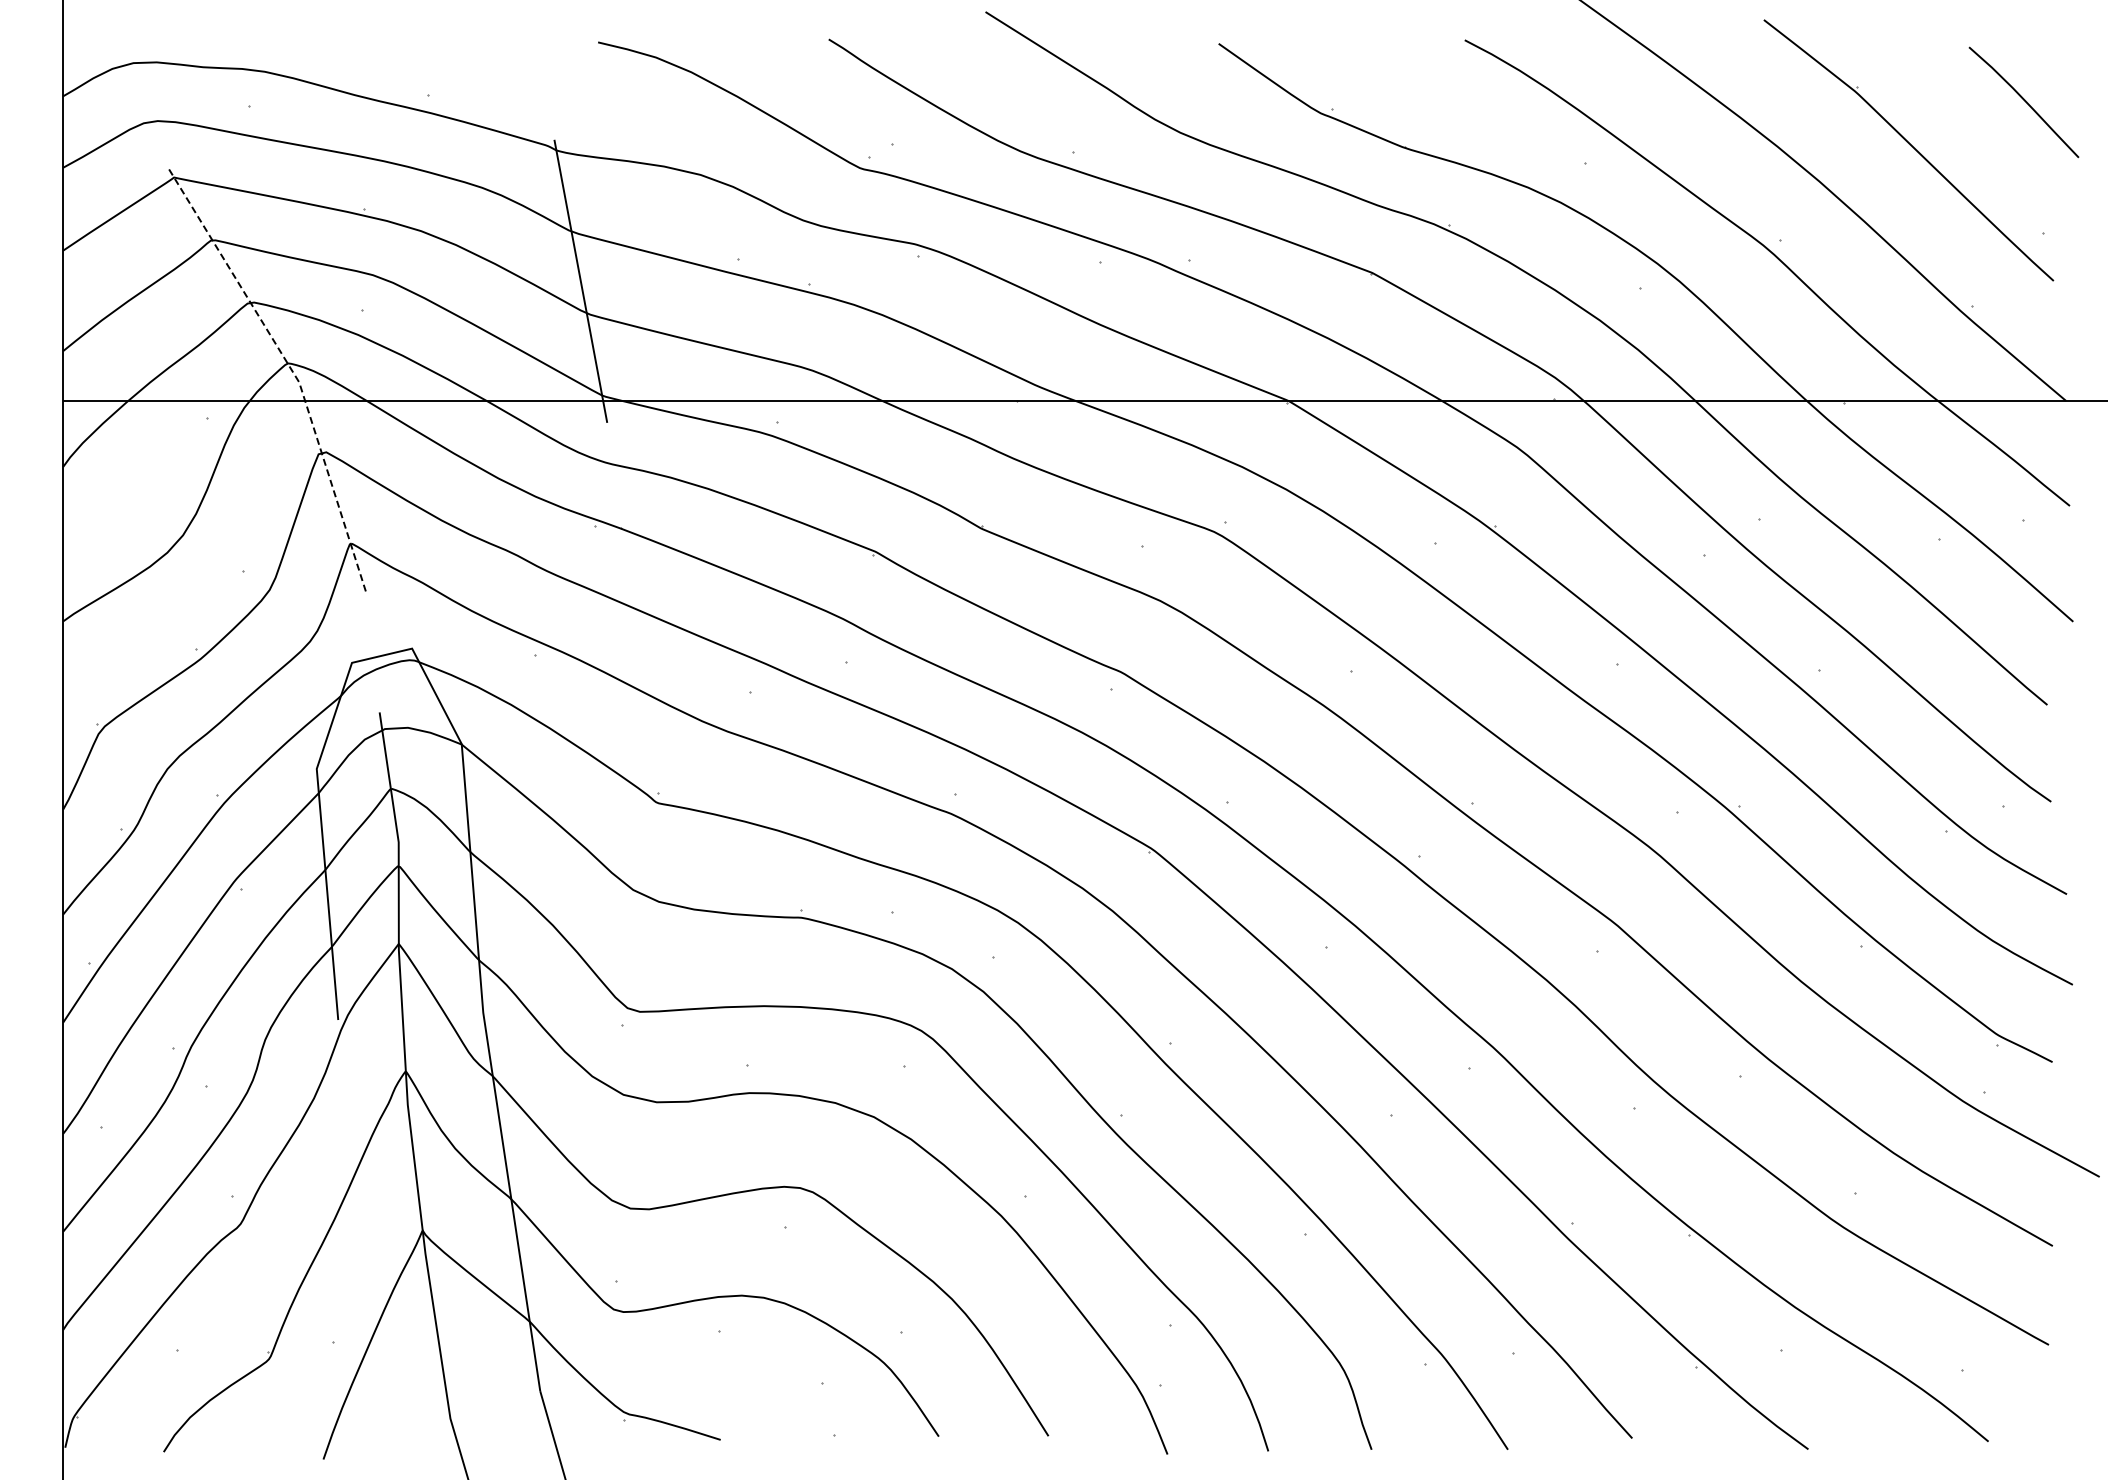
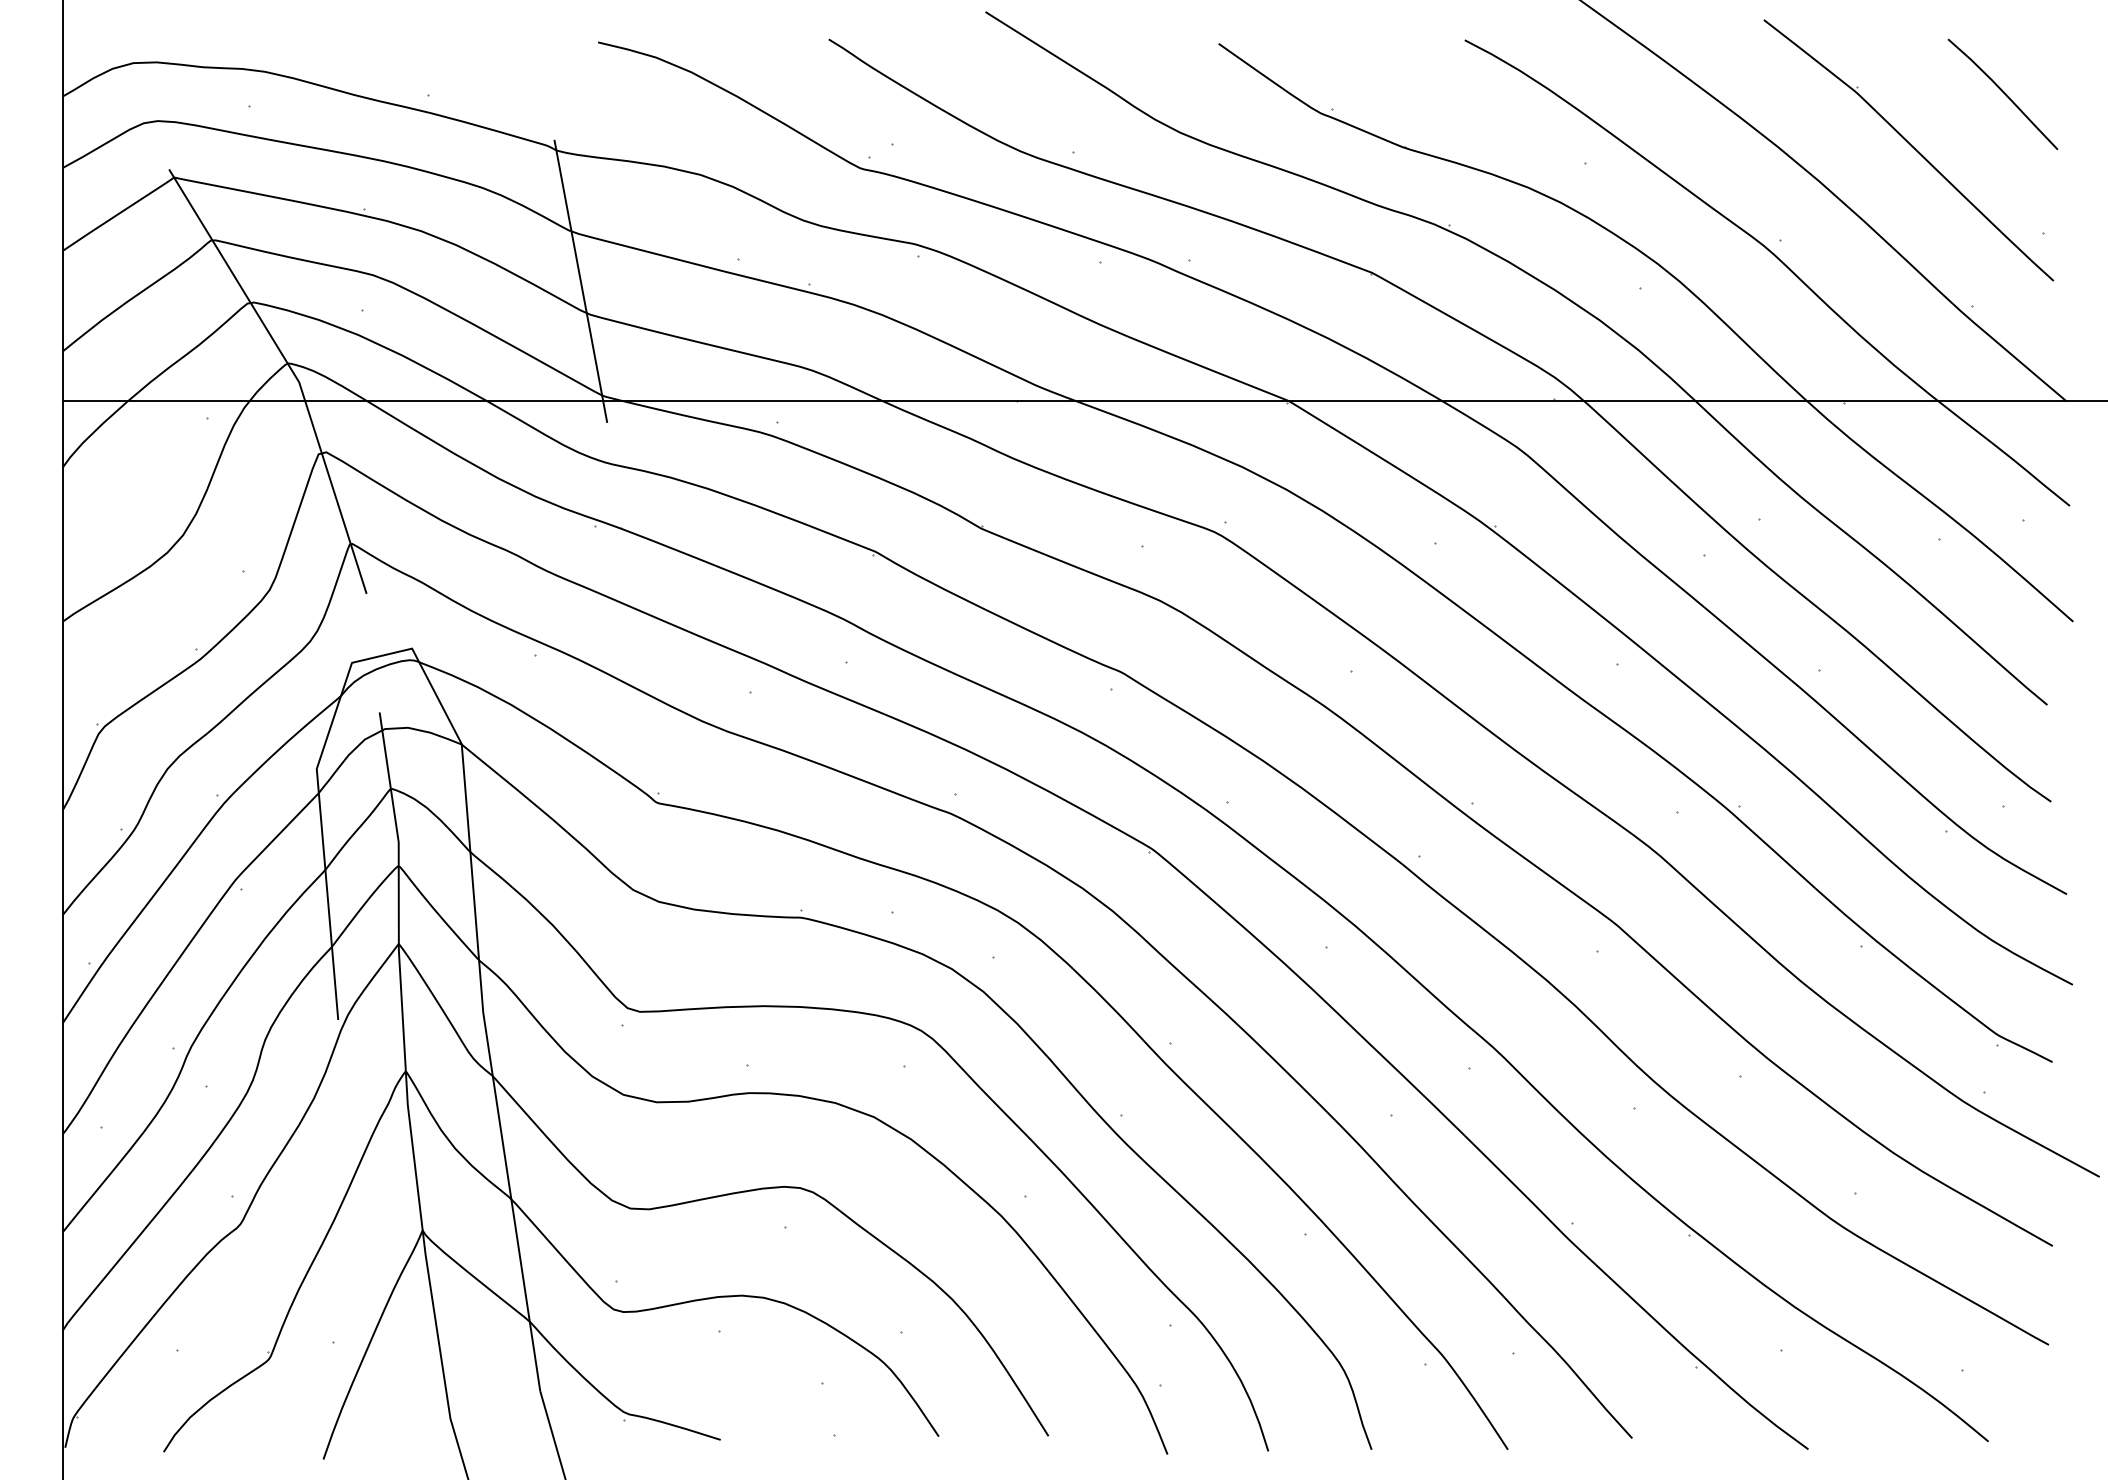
curve at (2024, 101) position: (2024, 101) -> (2003, 93)
line at (292, 371): dashed -> solid
